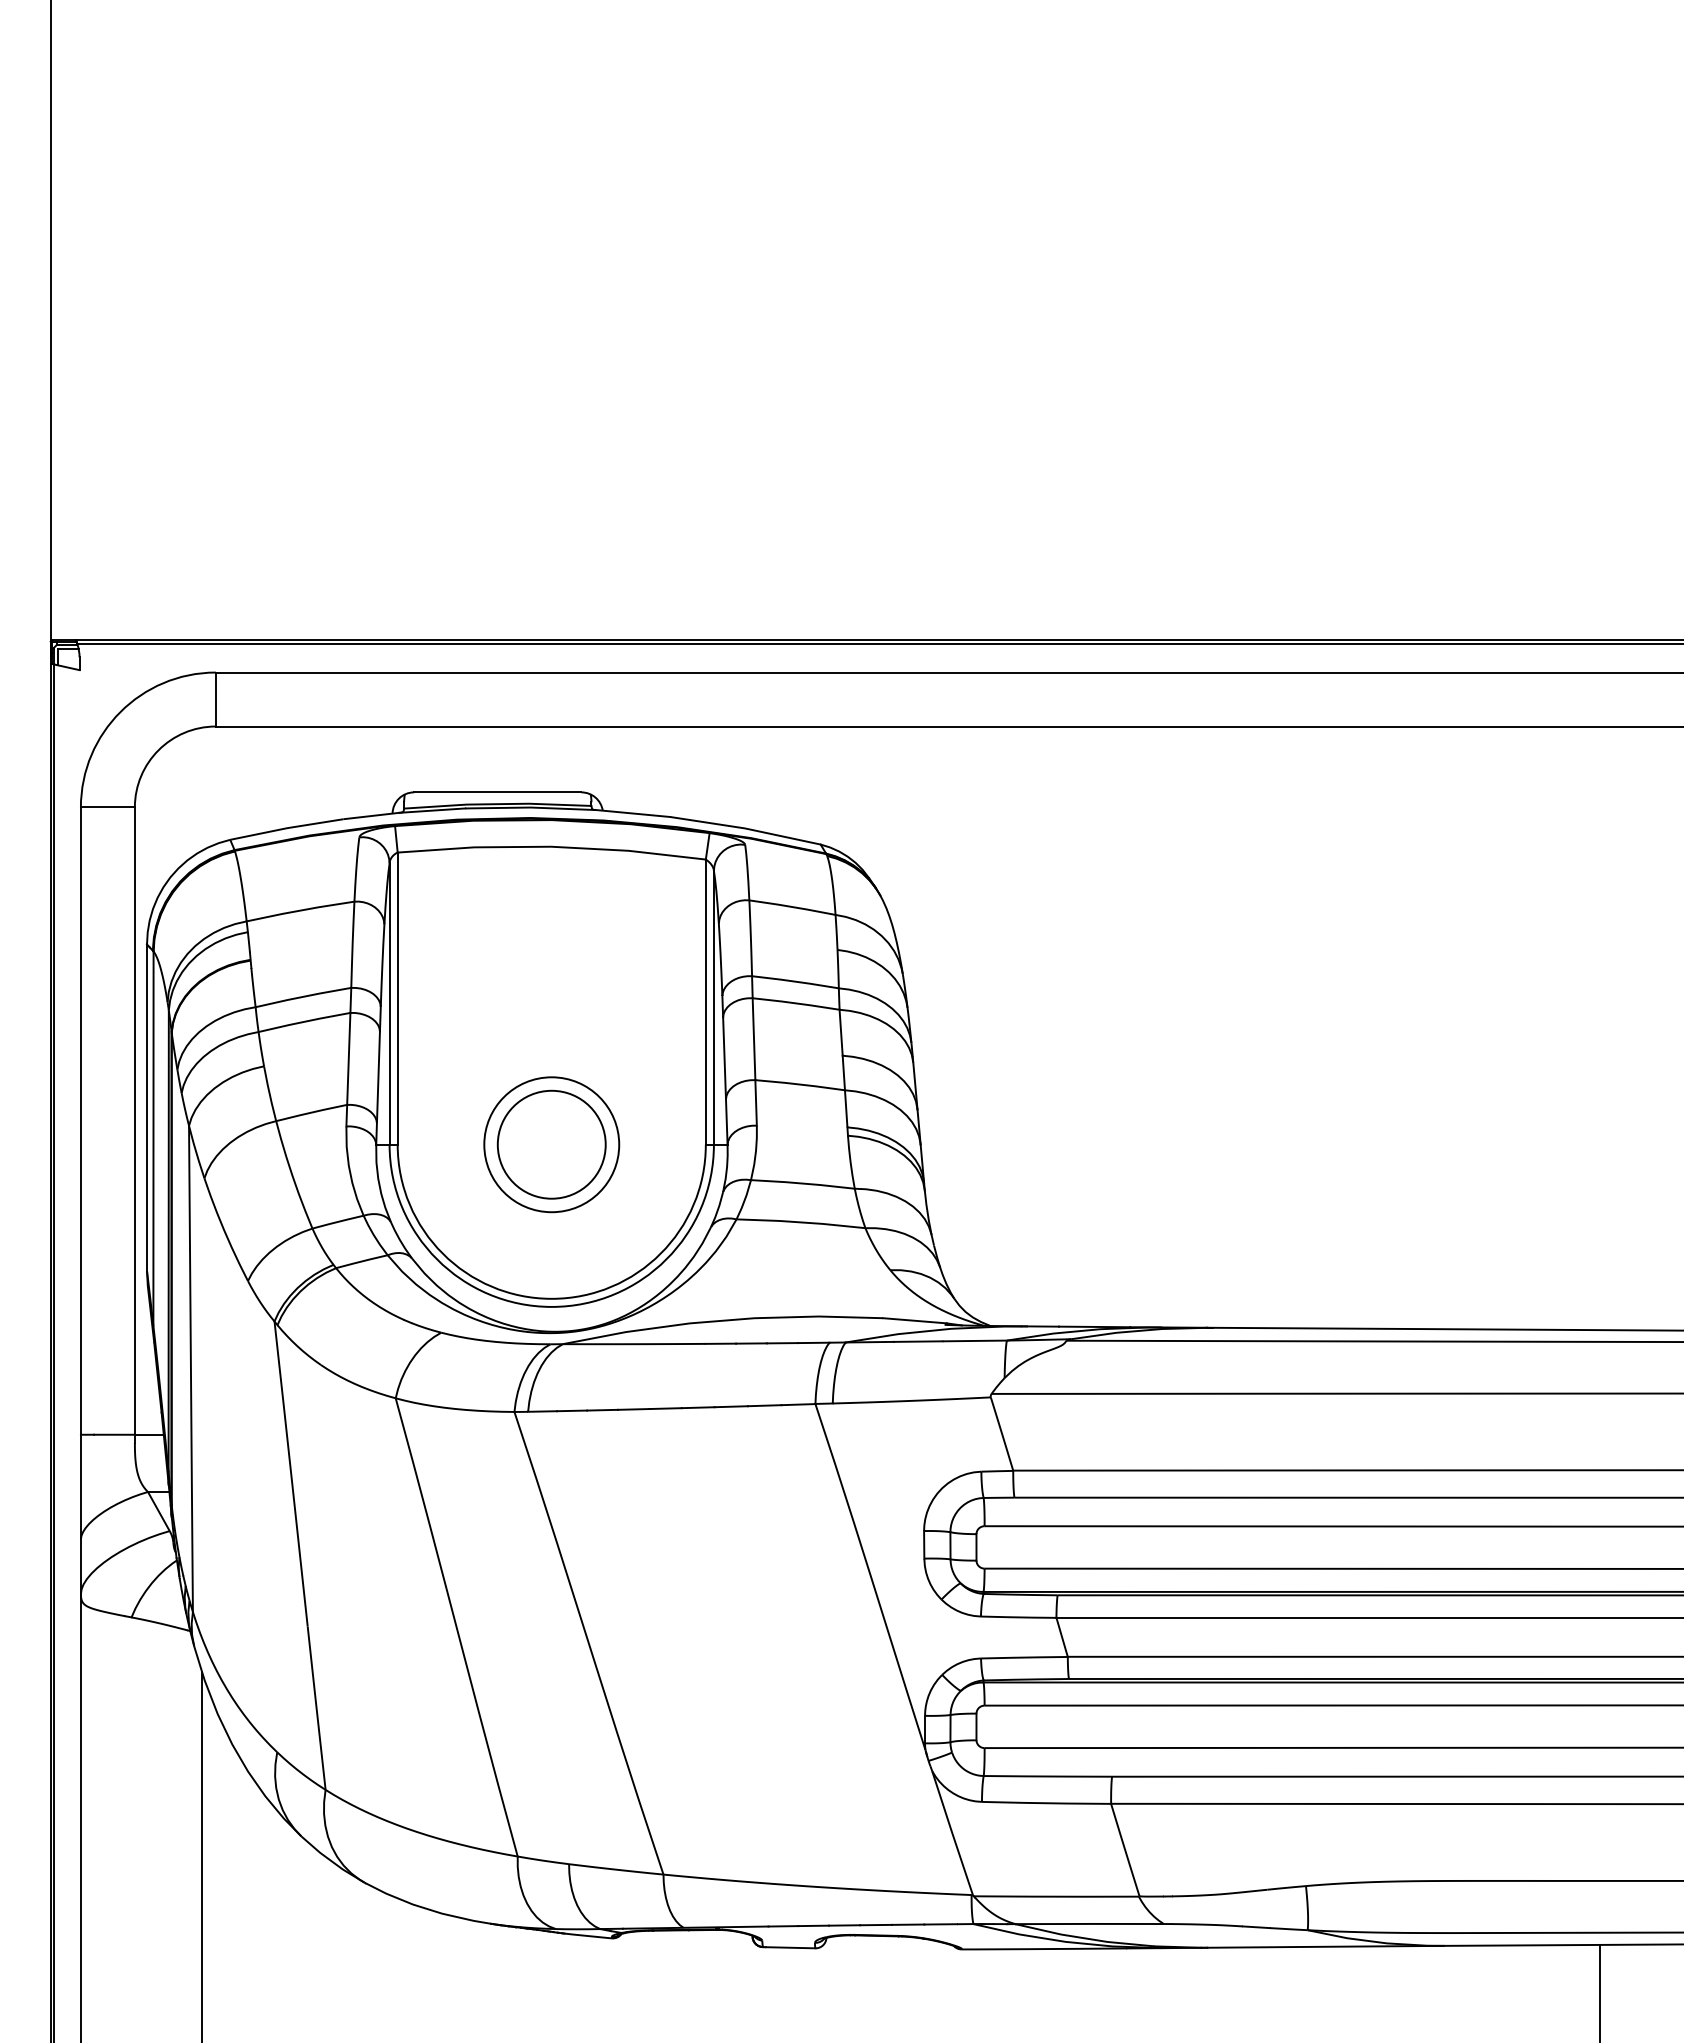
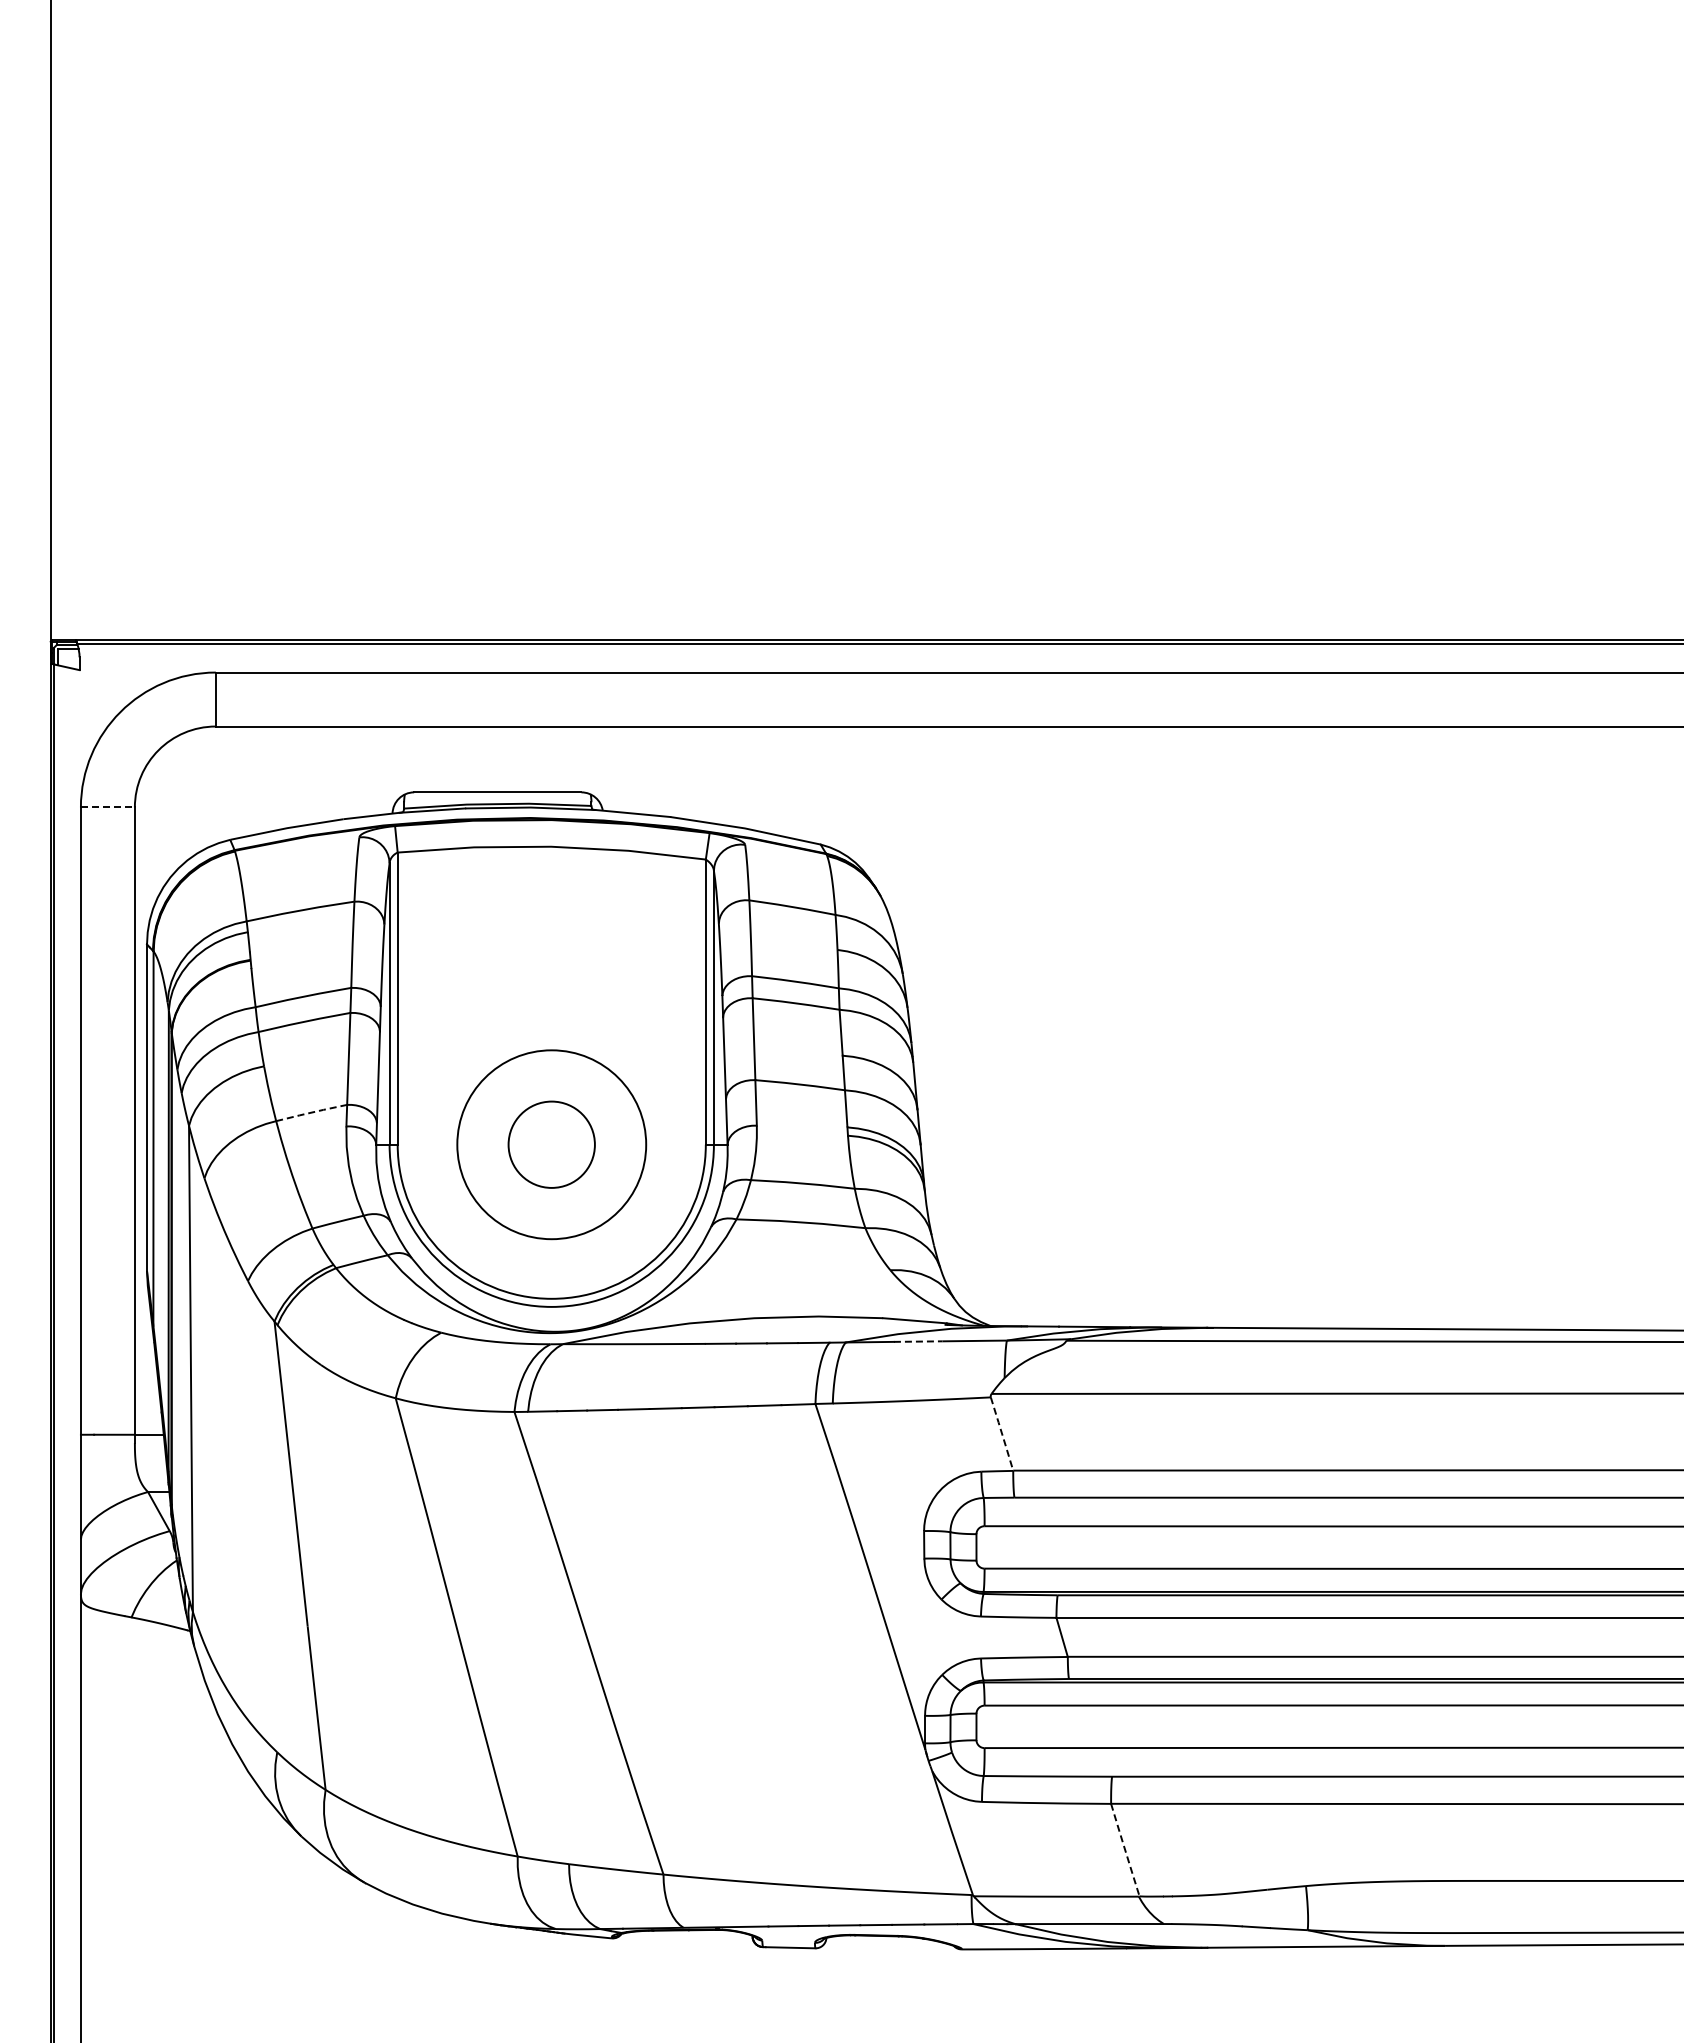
line at (107, 807): solid -> dashed
line at (312, 1112): solid -> dashed
circle at (551, 1144) diameter: 108 px -> 86 px
circle at (551, 1144) diameter: 135 px -> 189 px
line at (918, 1341): solid -> dashed
line at (1002, 1434): solid -> dashed
line at (1125, 1849): solid -> dashed
line at (202, 1855): present -> none
line at (1599, 1991): present -> none
